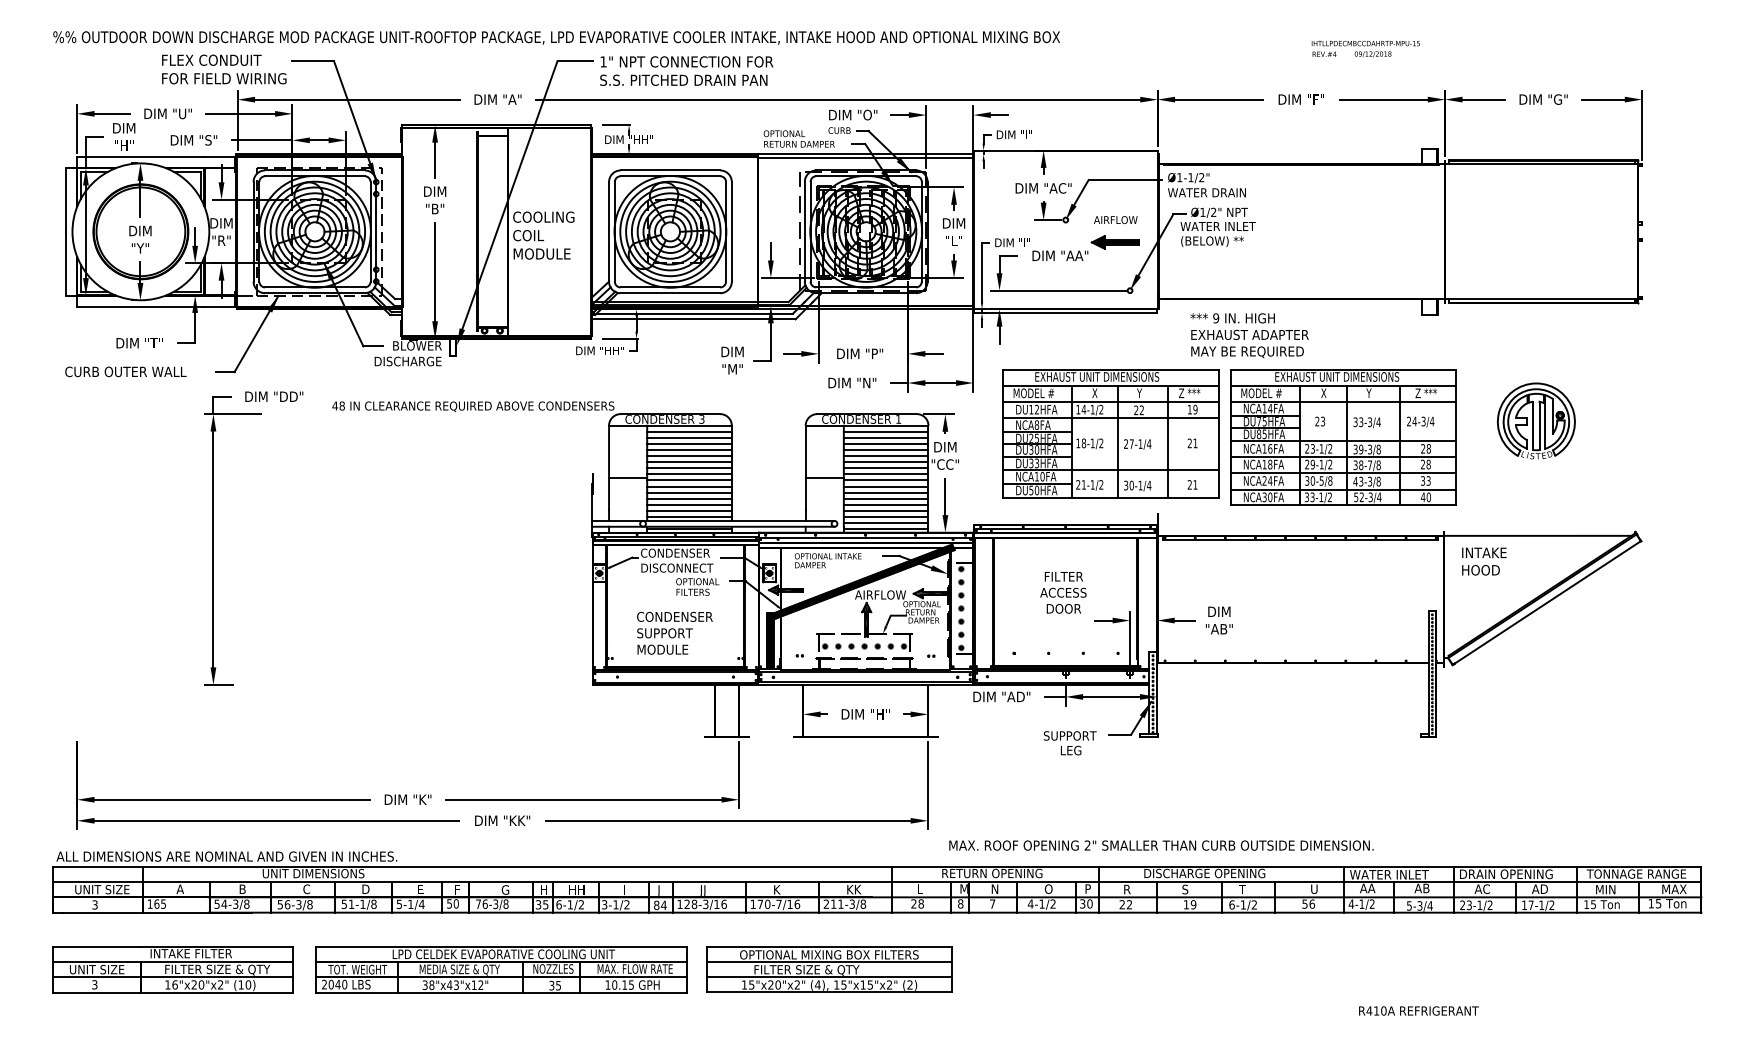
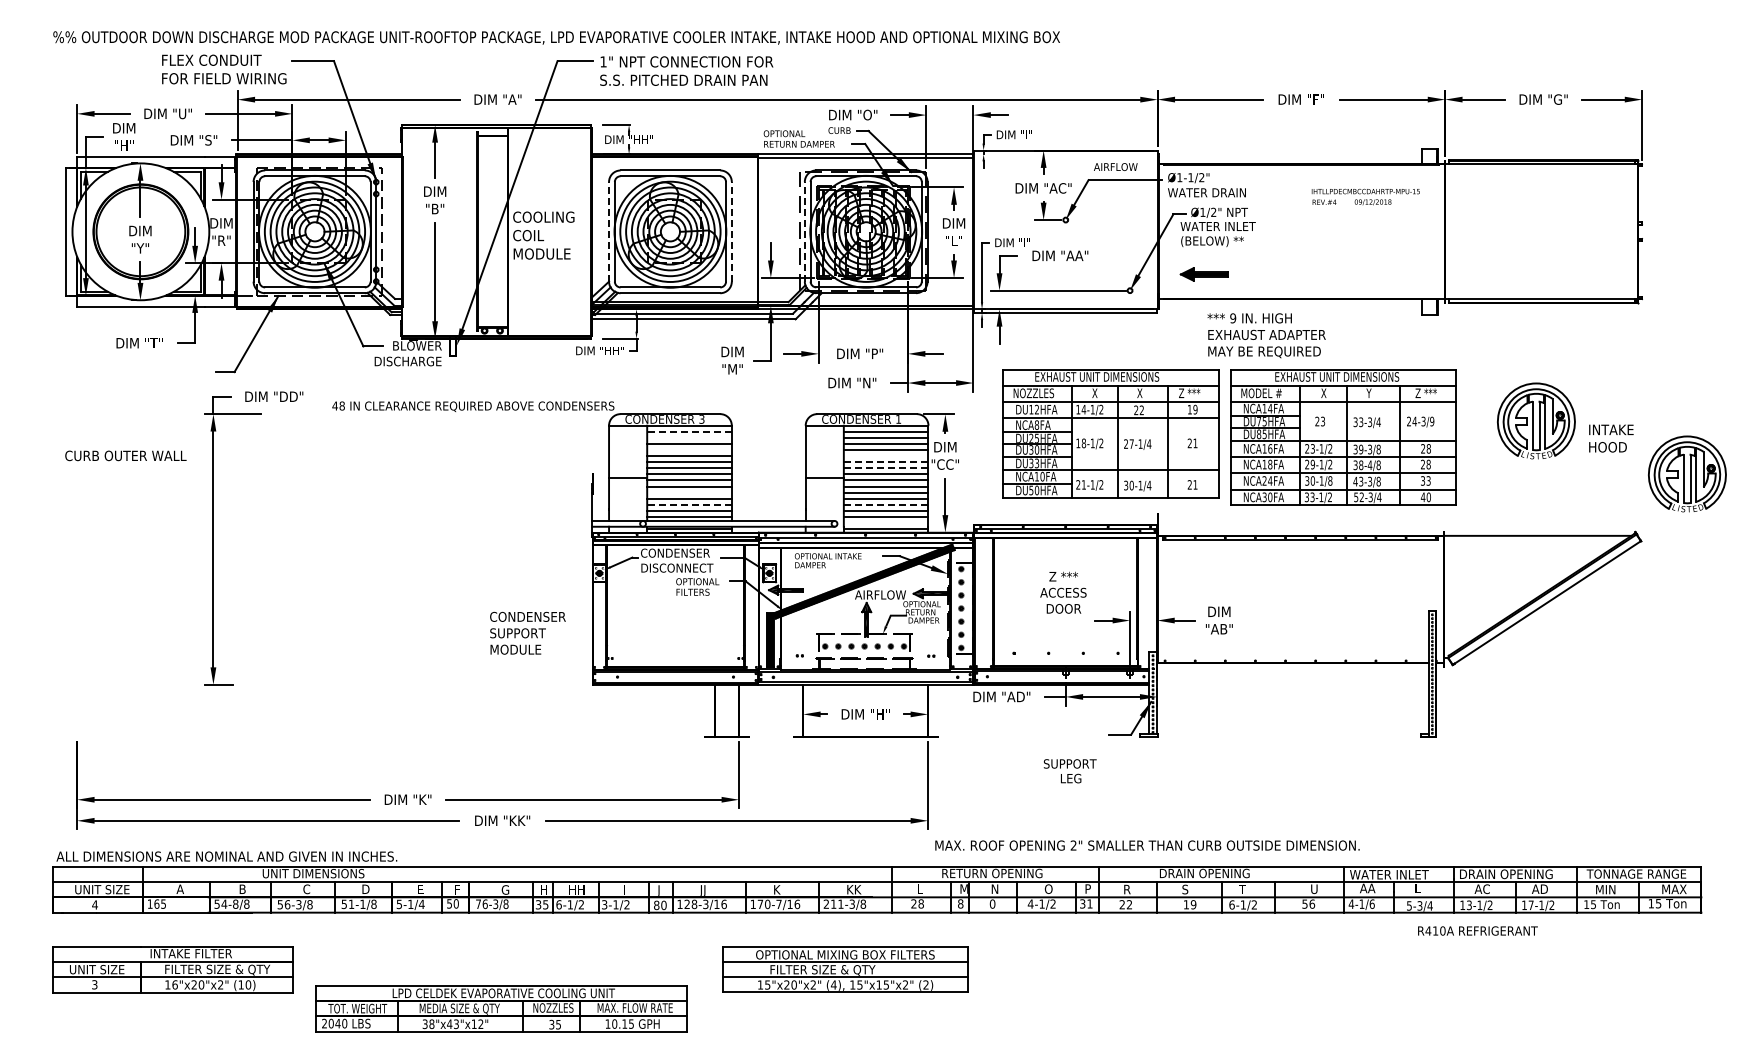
text at (1365, 48) position: (1365, 48) -> (1365, 196)
text at (1115, 219) position: (1115, 219) -> (1115, 166)
line at (609, 231): solid -> dashed
line at (731, 231): solid -> dashed
line at (804, 231): solid -> dashed
part at (1114, 242) position: (1114, 242) -> (1203, 274)
text at (1249, 335) position: (1249, 335) -> (1266, 335)
text at (125, 371) position: (125, 371) -> (125, 455)
text at (1034, 393): MODEL # -> NOZZLES
text at (1139, 393): Y -> X
text at (1431, 421): 24-3/4 -> 24-3/9
line at (689, 431): solid -> dashed
line at (689, 437): present -> none
line at (689, 450): present -> none
line at (885, 456): present -> none
line at (885, 462): solid -> dashed
text at (1369, 464): 38-7/8 -> 38-4/8
line at (885, 468): solid -> dashed
part at (1687, 473): none -> present
text at (1321, 480): 30-5/8 -> 30-1/8
line at (689, 492): present -> none
line at (689, 504): solid -> dashed
line at (885, 504): solid -> dashed
line at (885, 523): present -> none
text at (1484, 561) position: (1484, 561) -> (1611, 438)
text at (1063, 576): FILTER -> Z ***
text at (674, 632) position: (674, 632) -> (527, 632)
text at (1069, 743) position: (1069, 743) -> (1069, 771)
text at (1161, 845) position: (1161, 845) -> (1147, 845)
text at (1204, 873): DISCHARGE OPENING -> DRAIN OPENING
text at (1421, 888): AB -> L
text at (235, 903): 54-3/8 -> 54-8/8
text at (992, 903): 7 -> 0
text at (1089, 903): 30 -> 31
text at (1371, 903): 4-1/2 -> 4-1/6
text at (94, 904): 3 -> 4
text at (1462, 904): 23-1/2 -> 13-1/2
text at (663, 905): 84 -> 80
part at (501, 969) position: (501, 969) -> (501, 1008)
part at (829, 969) position: (829, 969) -> (845, 969)
text at (1418, 1010) position: (1418, 1010) -> (1477, 930)
